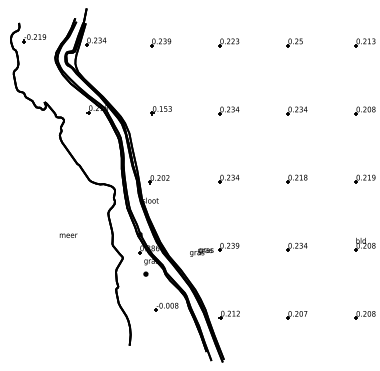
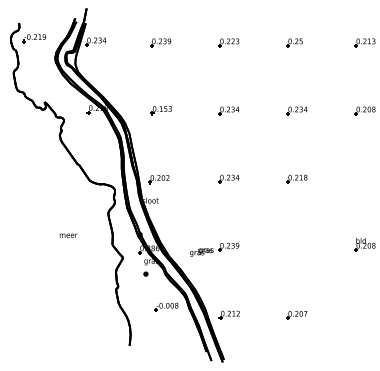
part at (364, 178): present -> none
part at (296, 246): present -> none
part at (364, 315): present -> none
